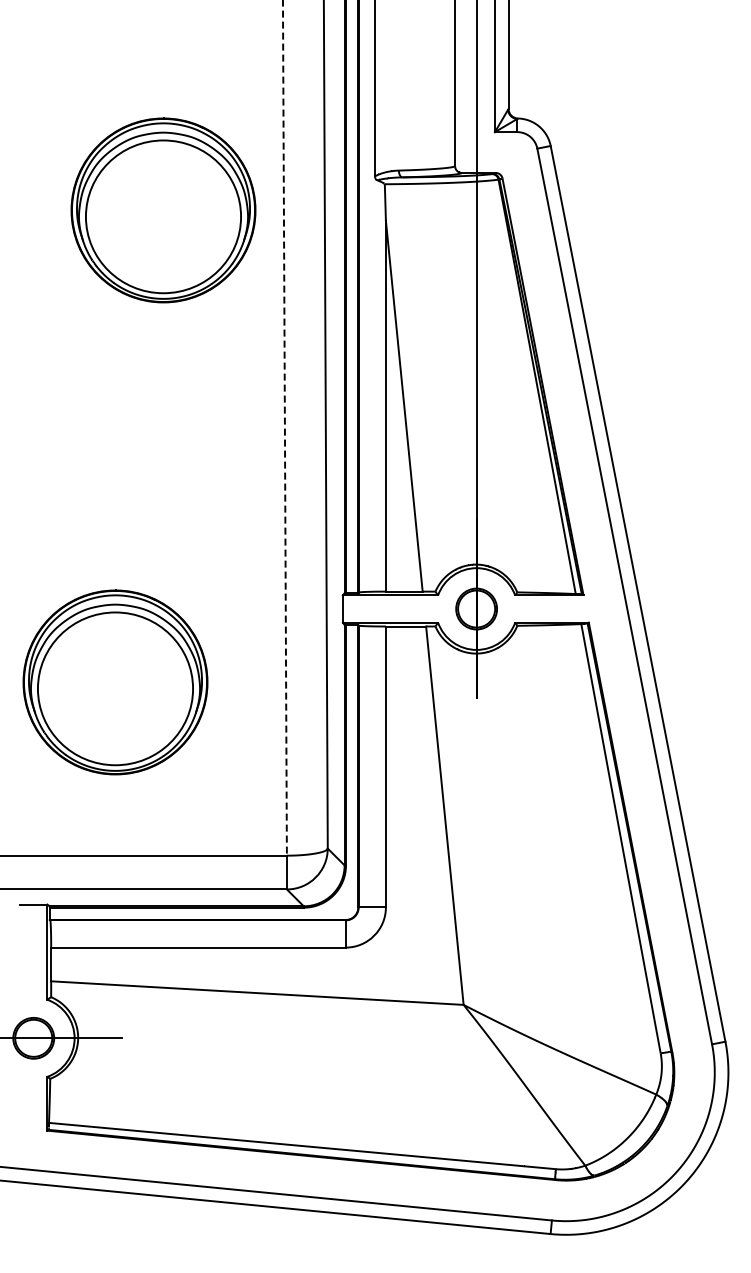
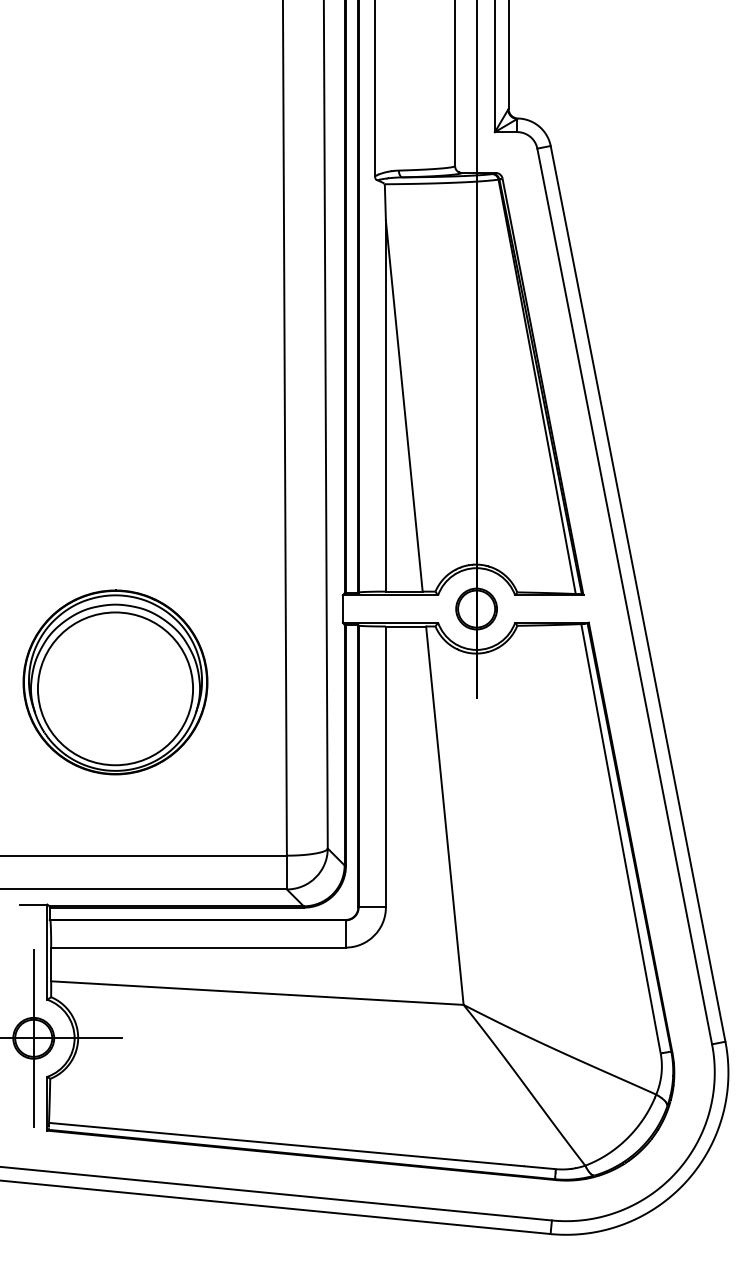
part at (163, 210): present -> none
line at (284, 427): dashed -> solid
line at (33, 1037): none -> present
